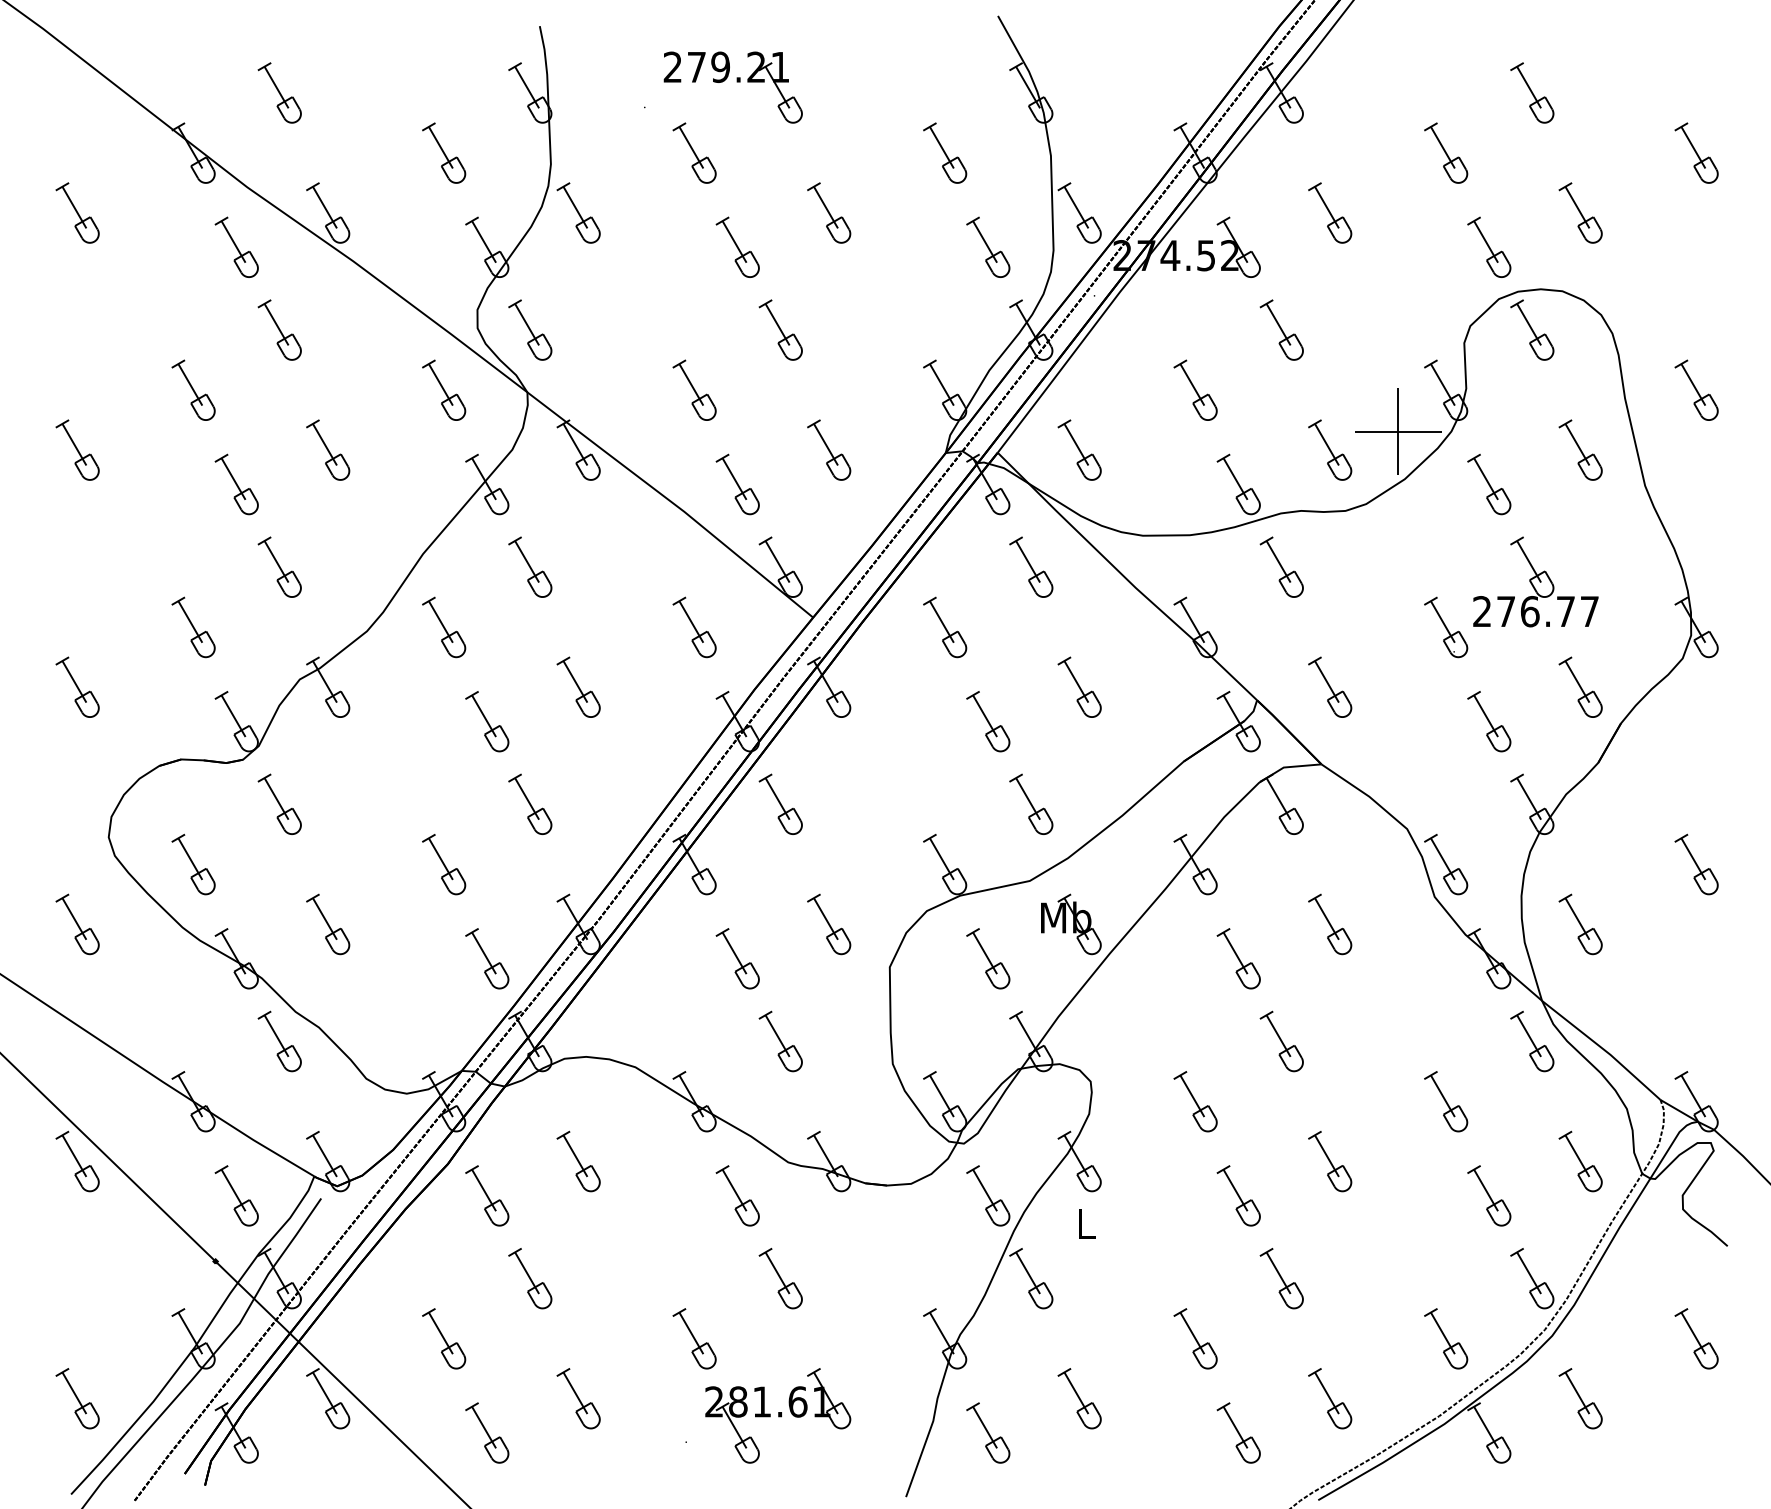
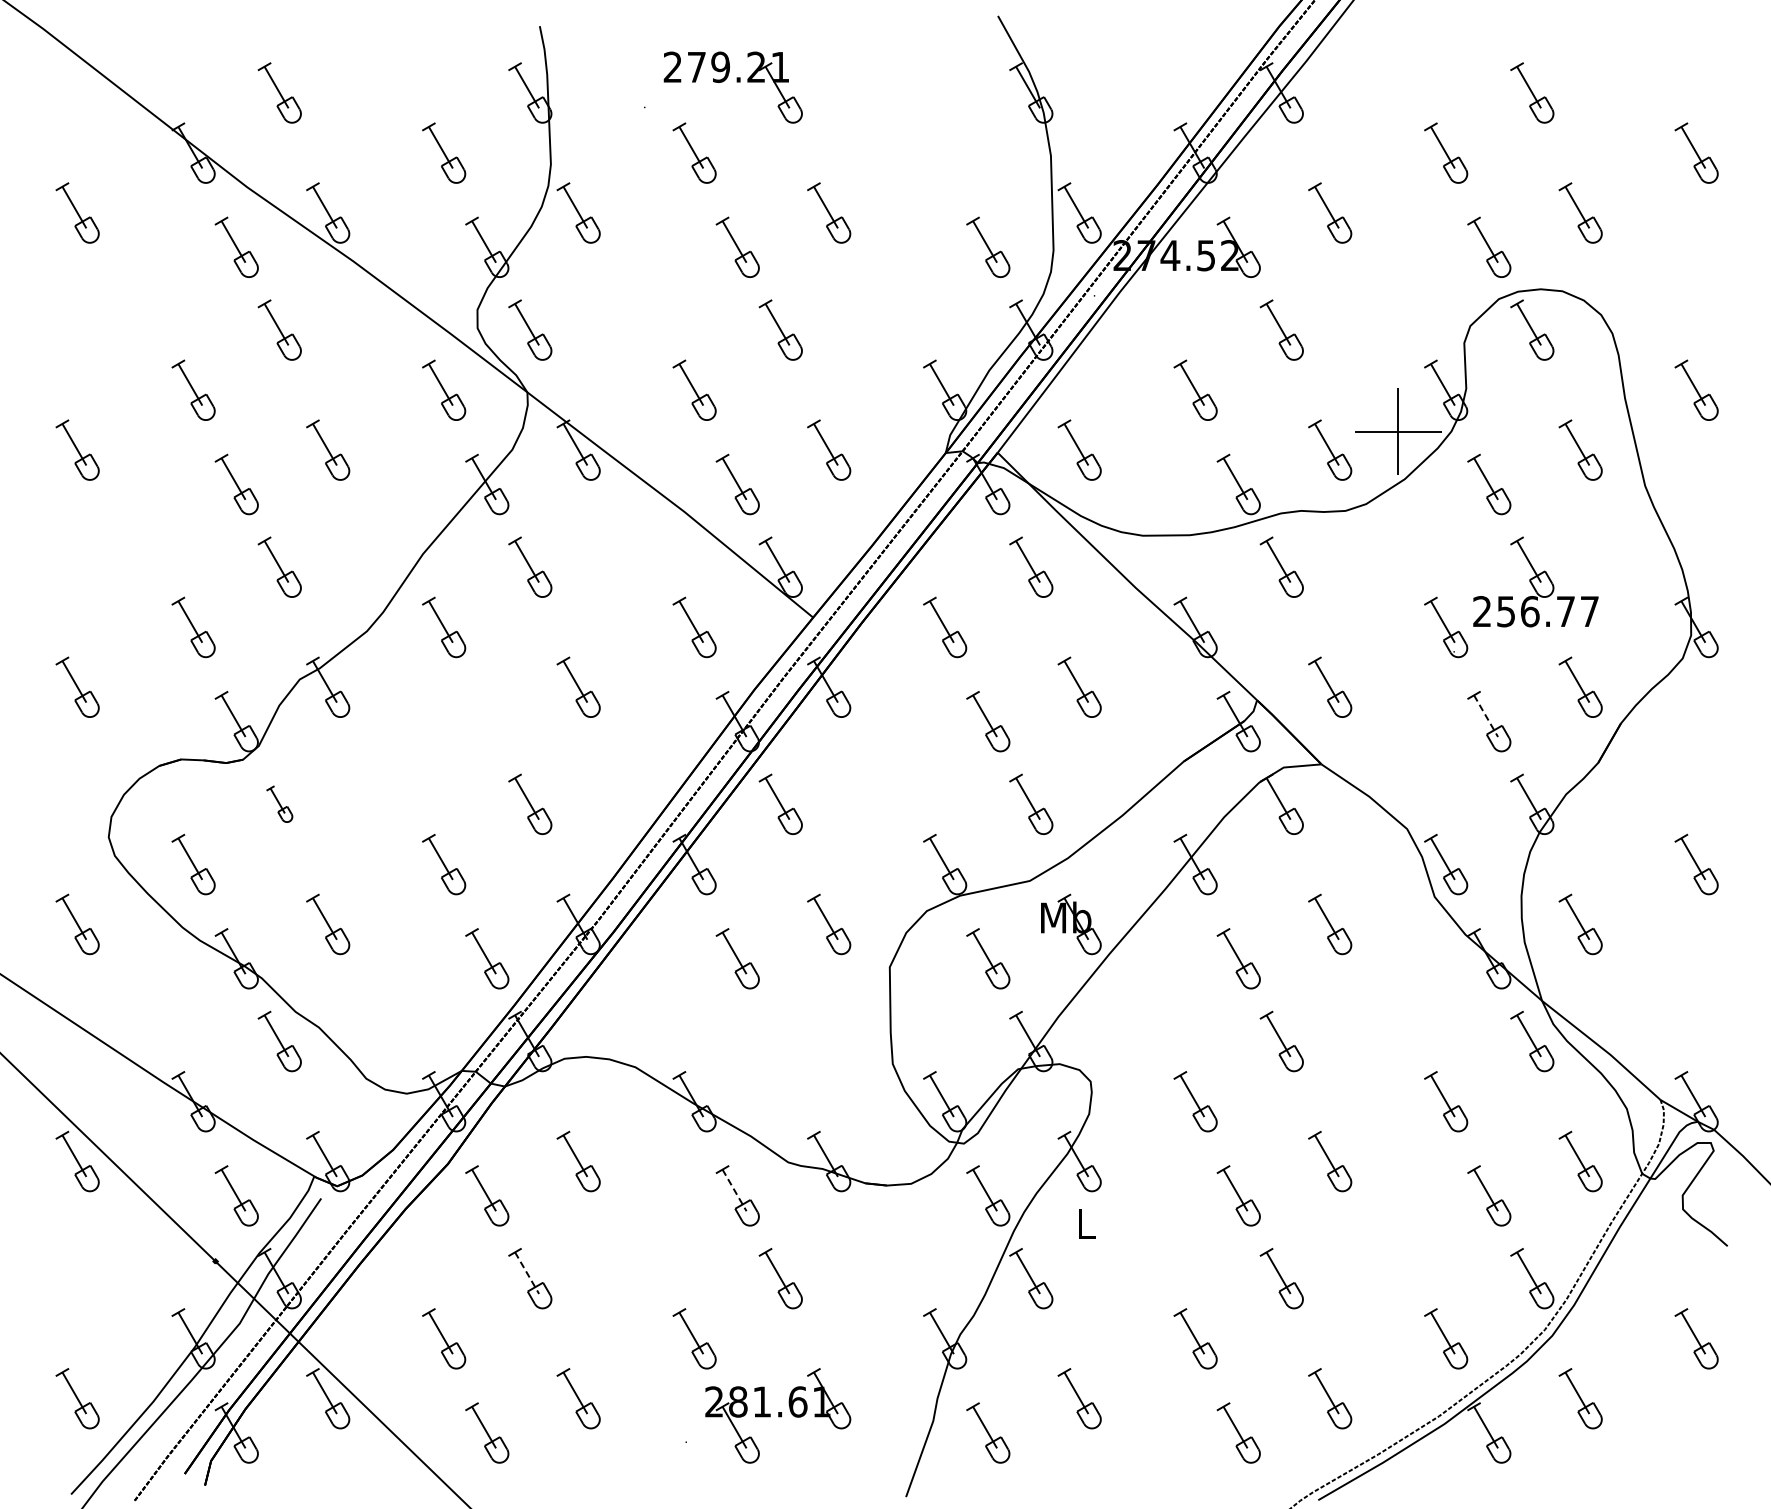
part at (945, 152): present -> none
text at (1505, 611): 276.77 -> 256.77
line at (1486, 716): solid -> dashed
part at (487, 721): present -> none
part at (279, 803) size: 45x62 px -> 28x38 px
part at (780, 1041): present -> none
line at (734, 1190): solid -> dashed
line at (527, 1273): solid -> dashed
